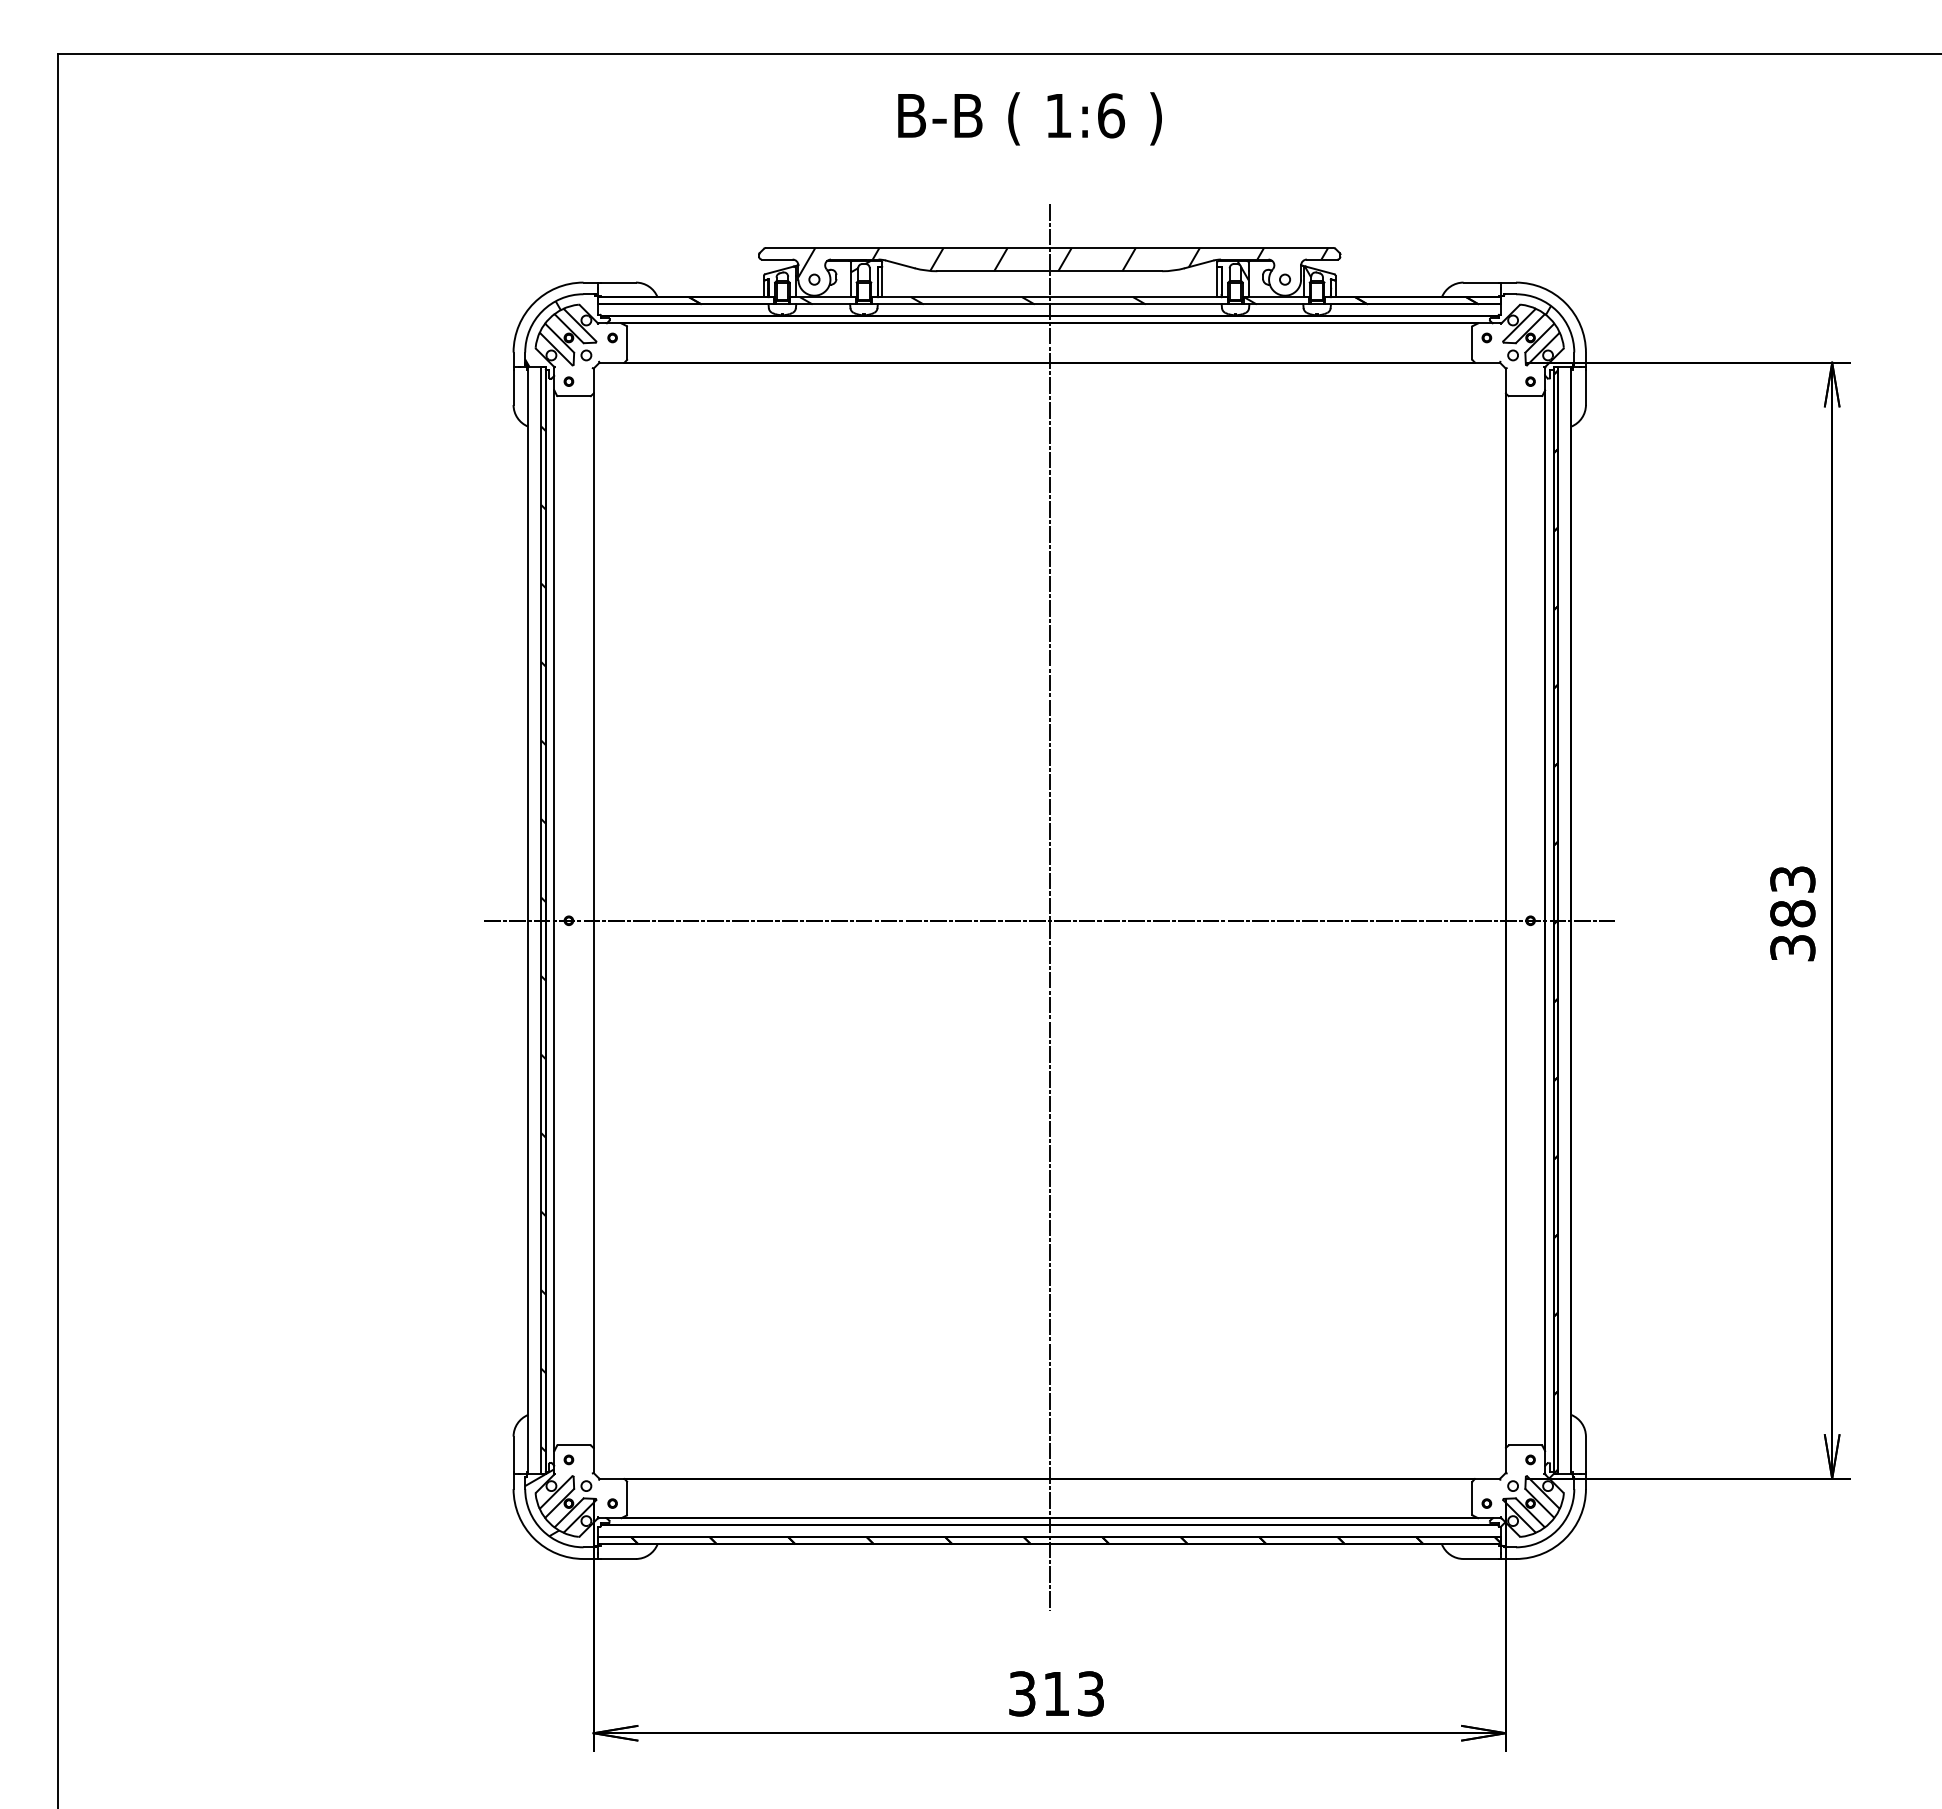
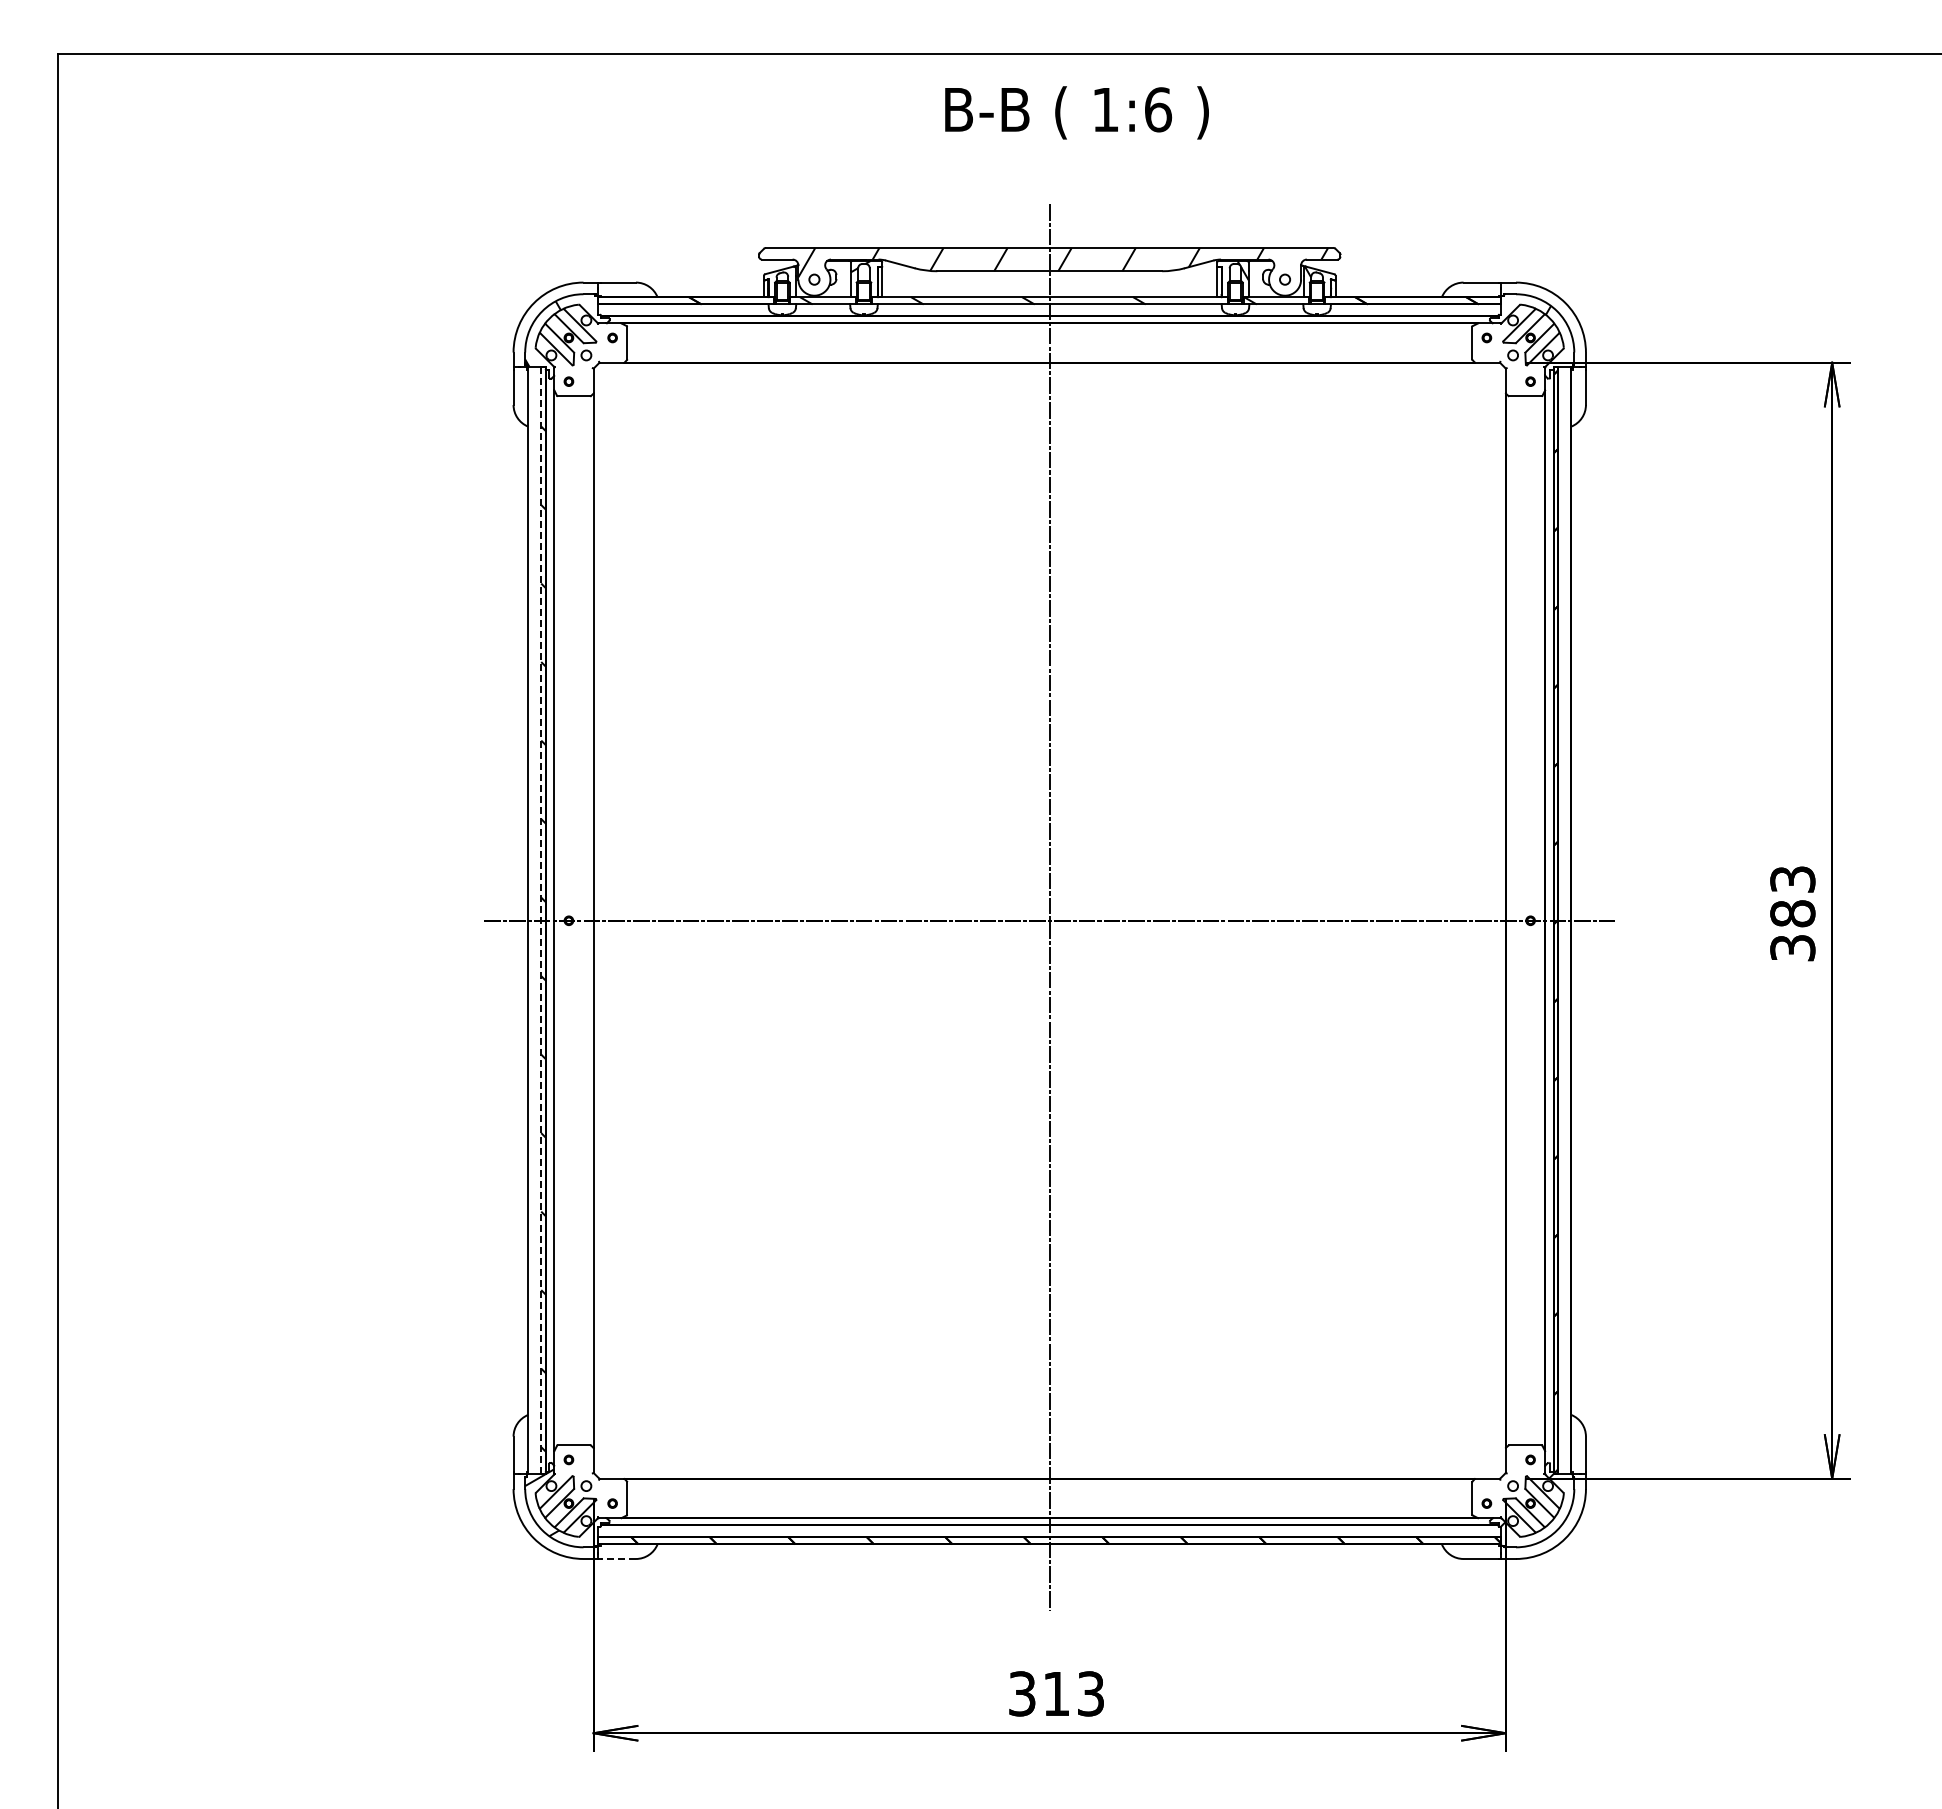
text at (1029, 118) position: (1029, 118) -> (1076, 112)
line at (541, 920): solid -> dashed
line at (617, 1558): solid -> dashed
